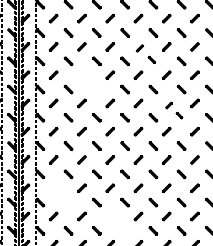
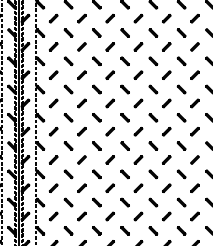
part at (145, 53) size: 20x20 px -> 26x25 px
part at (89, 82): none -> present
part at (174, 110) size: 19x19 px -> 25x25 px
part at (61, 195): none -> present
part at (117, 223): none -> present
